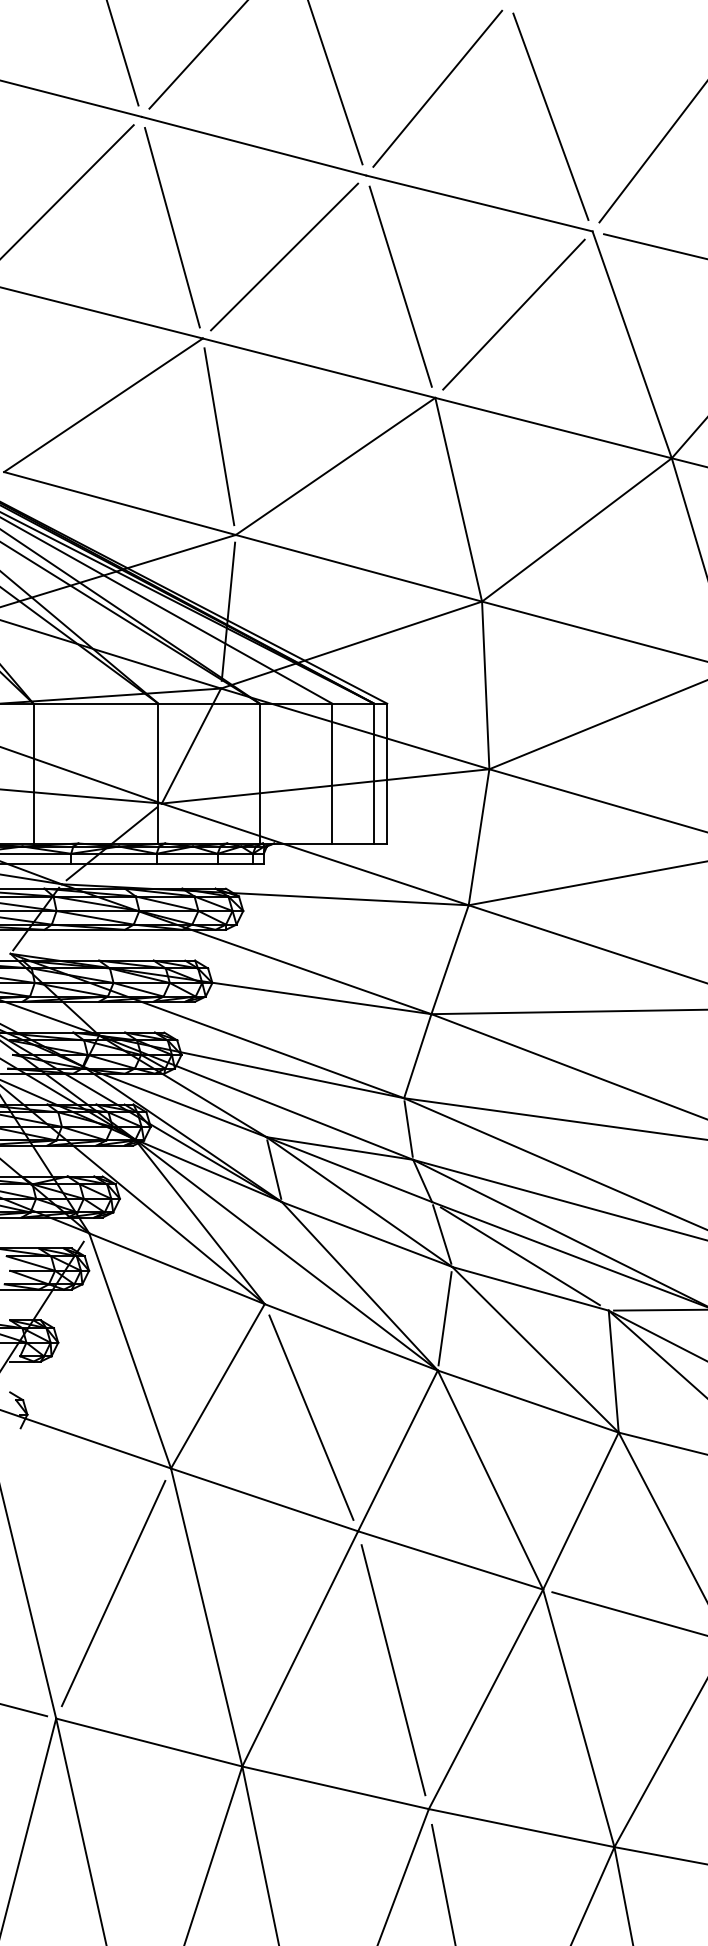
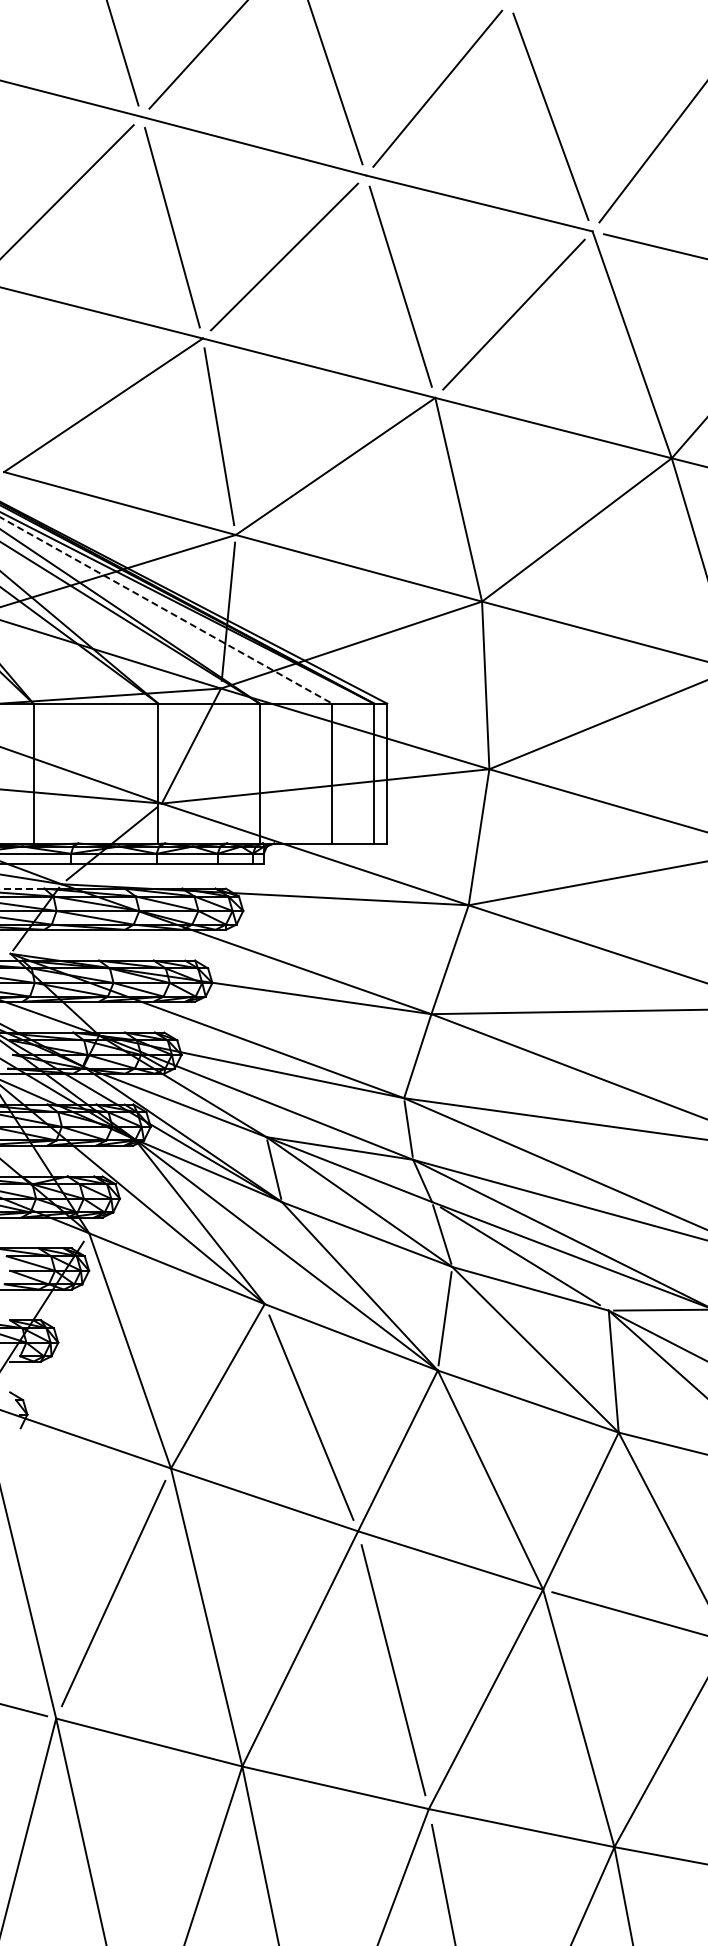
line at (166, 610): solid -> dashed
line at (22, 888): solid -> dashed
